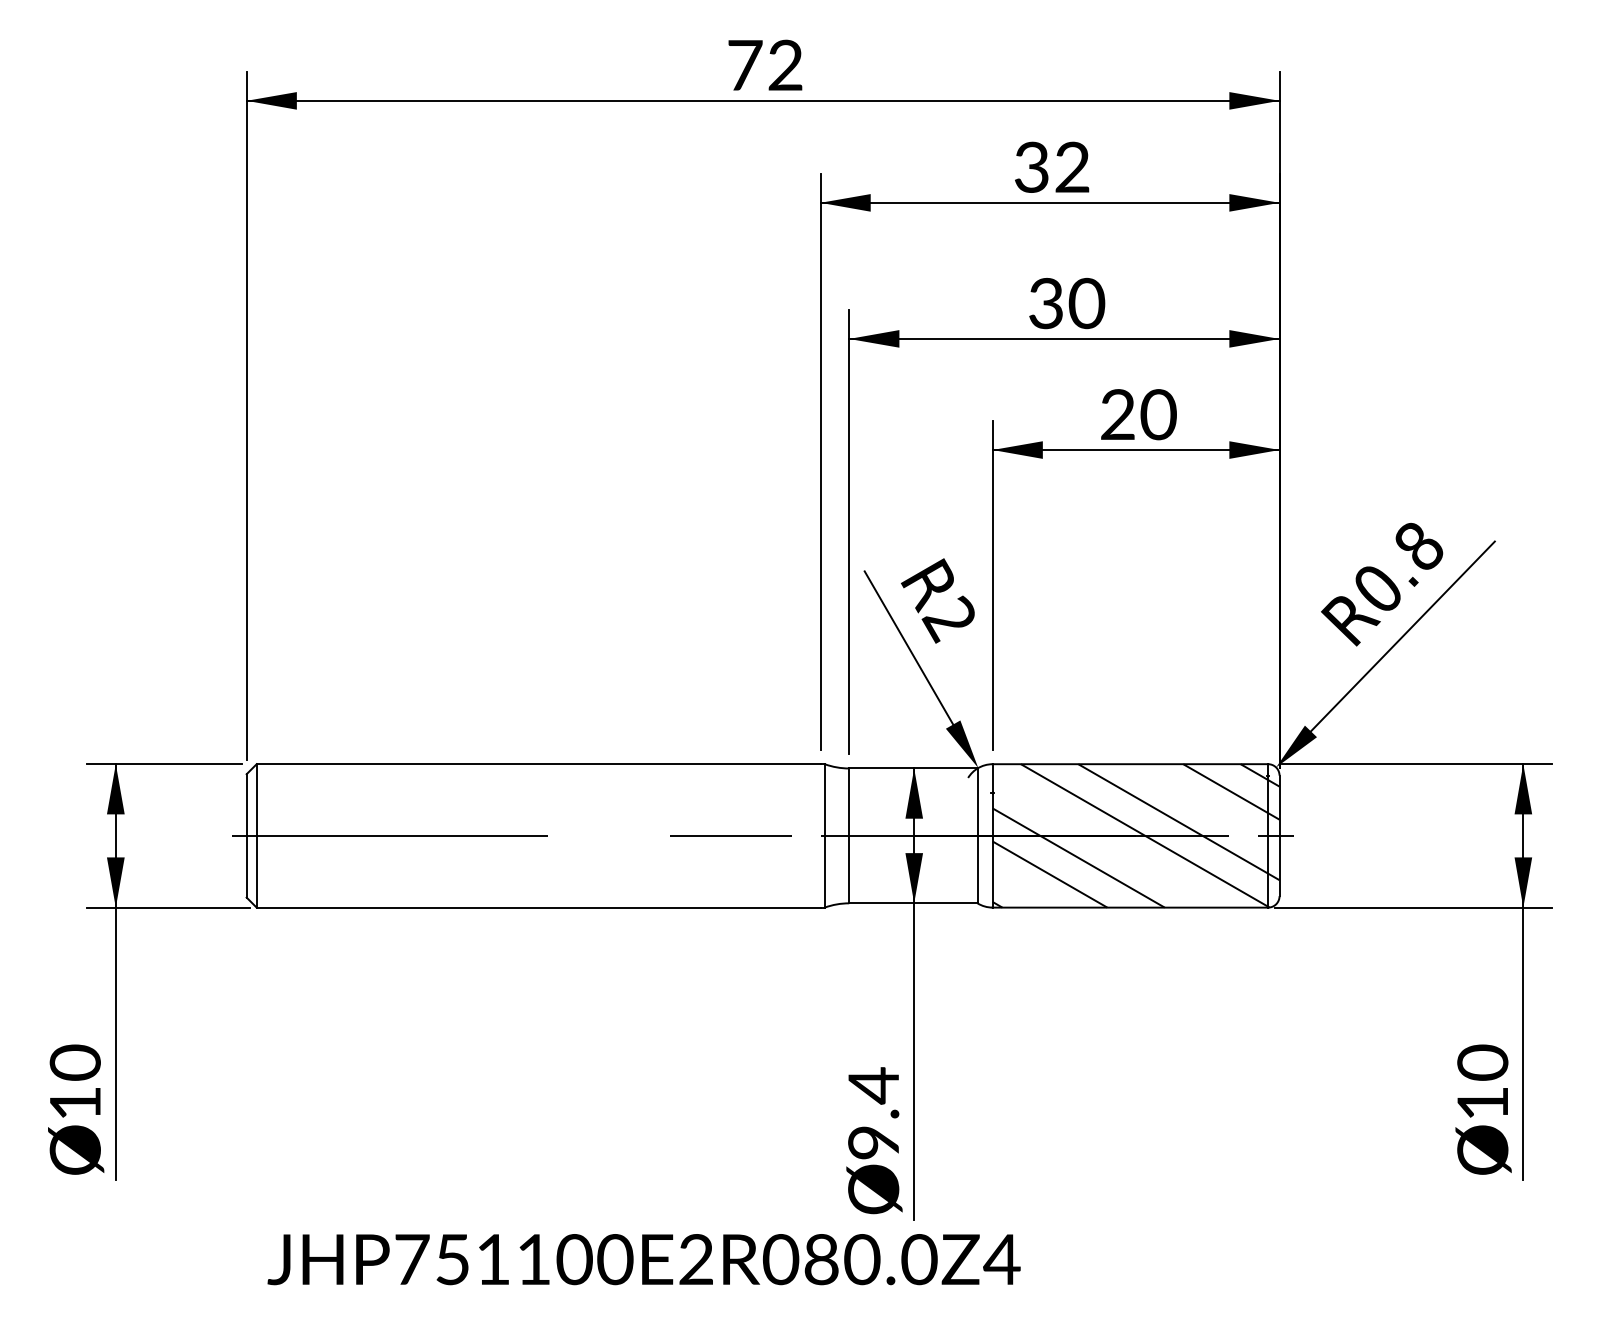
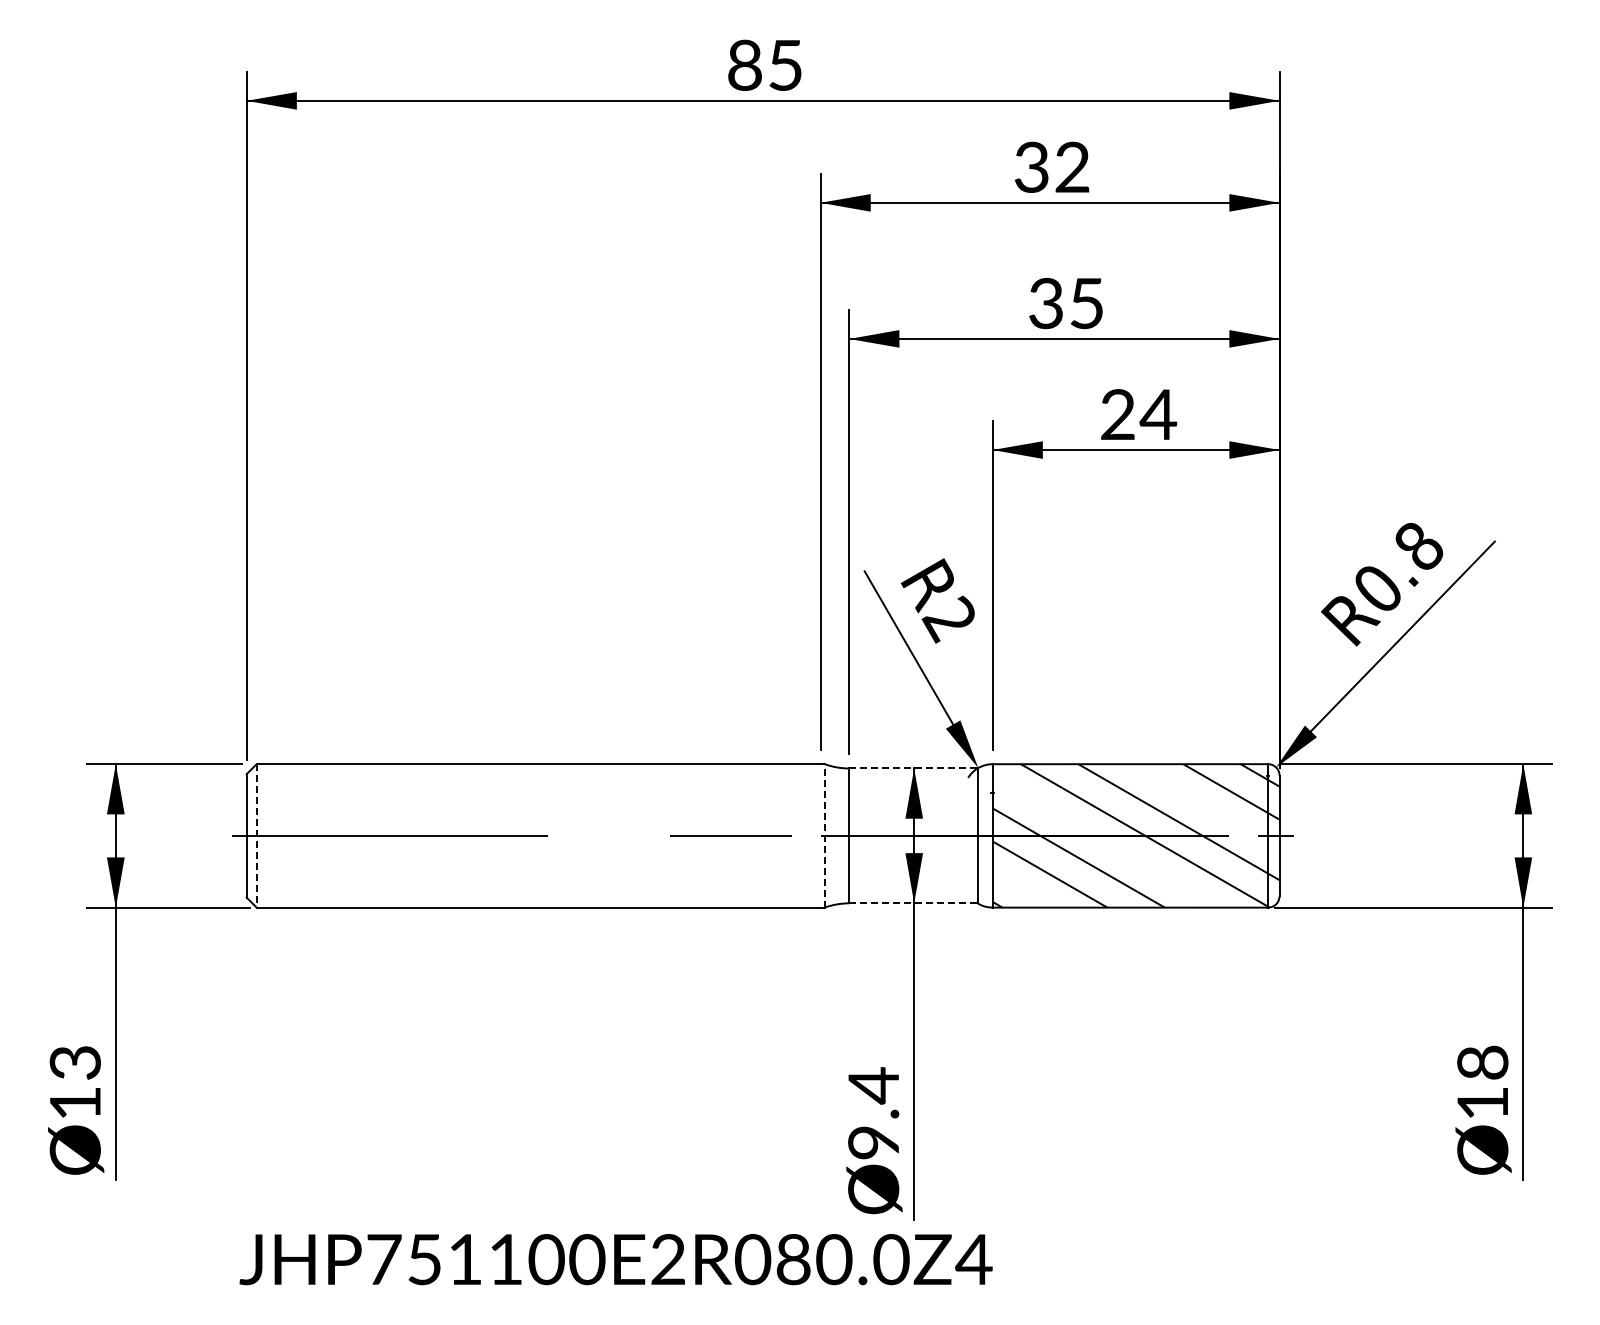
text at (765, 64): 72 -> 85
text at (1086, 303): 30 -> 35
text at (1158, 414): 20 -> 24
line at (913, 768): solid -> dashed
line at (256, 835): solid -> dashed
line at (824, 835): solid -> dashed
line at (913, 903): solid -> dashed
text at (75, 1062): 10 -> 13
text at (1482, 1062): 10 -> 18
text at (643, 1259) position: (643, 1259) -> (615, 1259)
